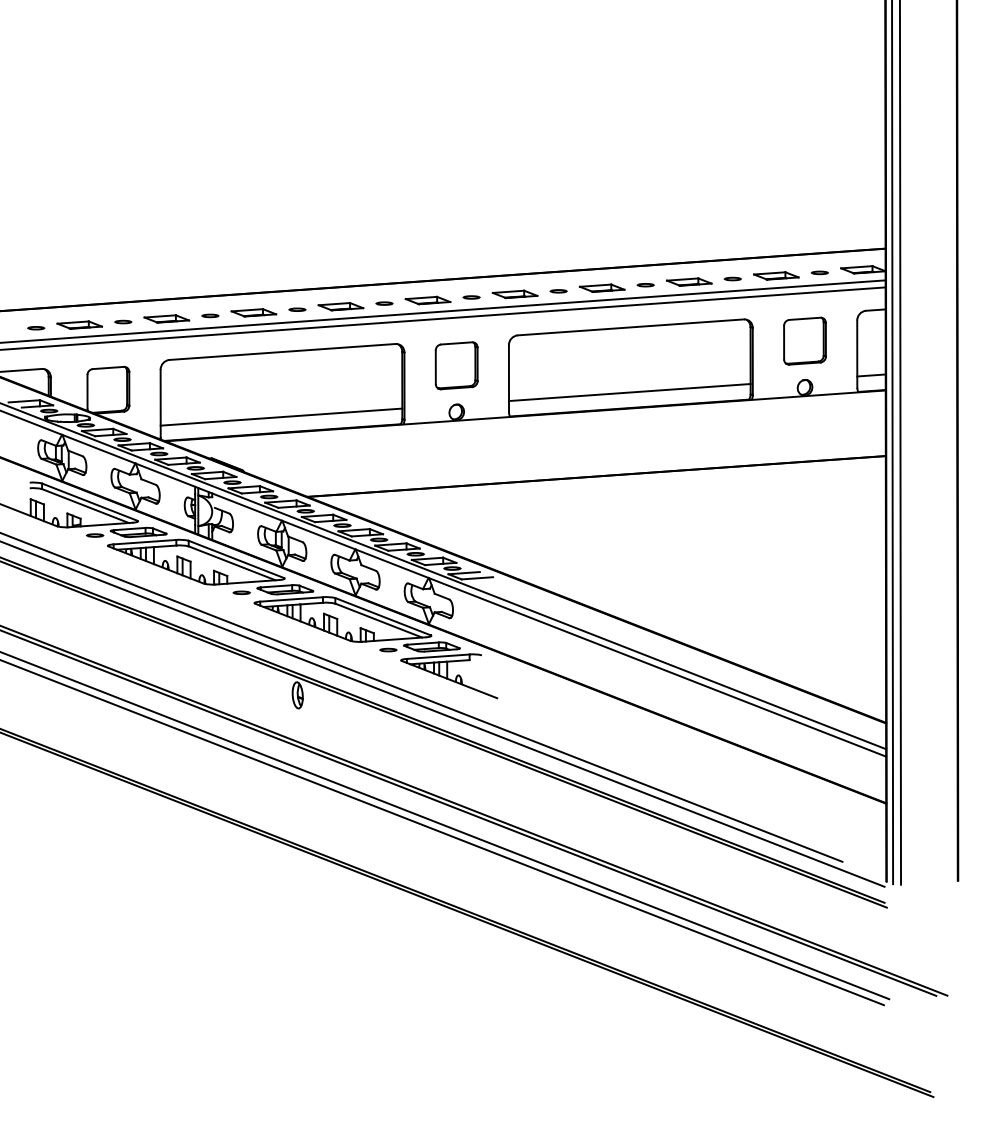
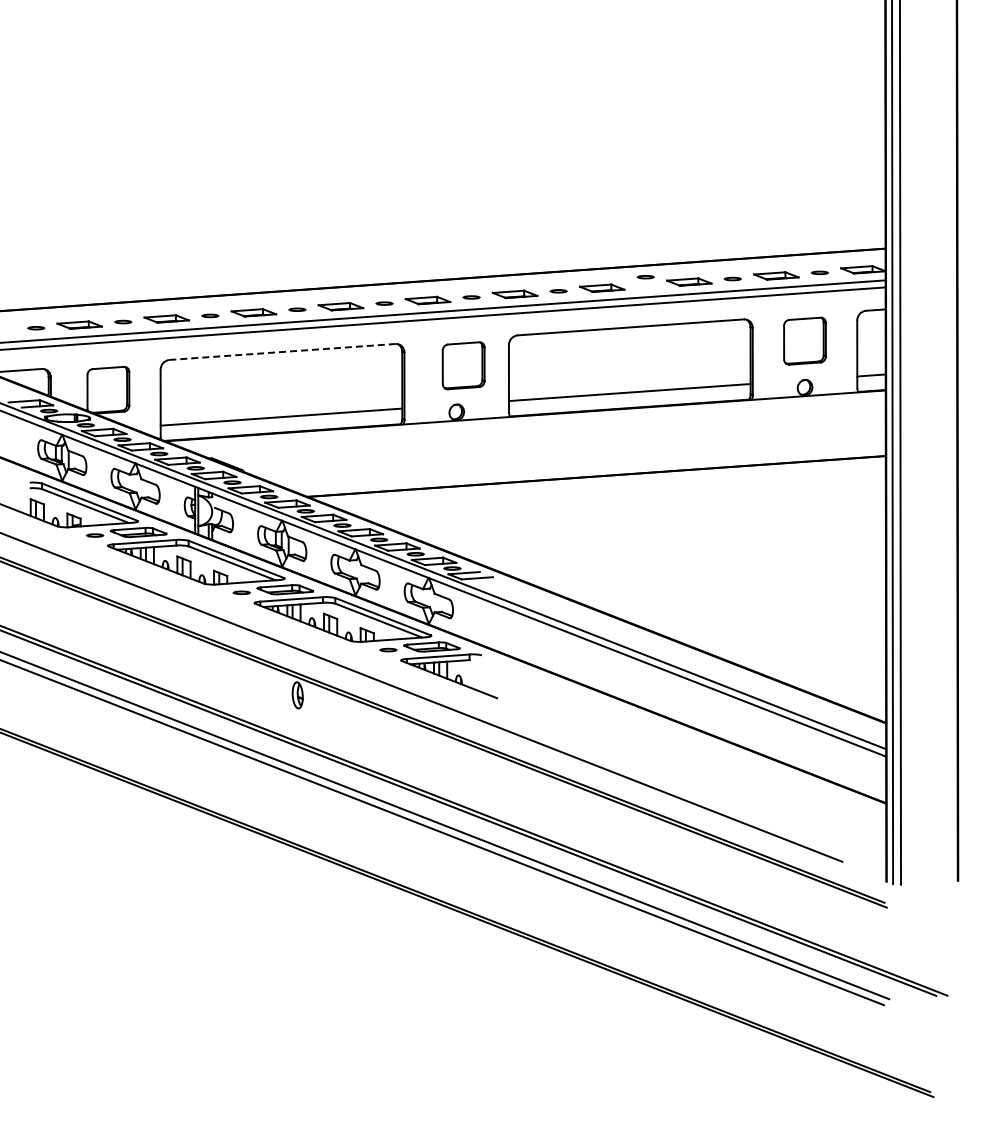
part at (645, 285) position: (645, 285) -> (645, 277)
line at (283, 351): solid -> dashed
part at (456, 365) position: (456, 365) -> (463, 365)
line at (443, 714): present -> none
